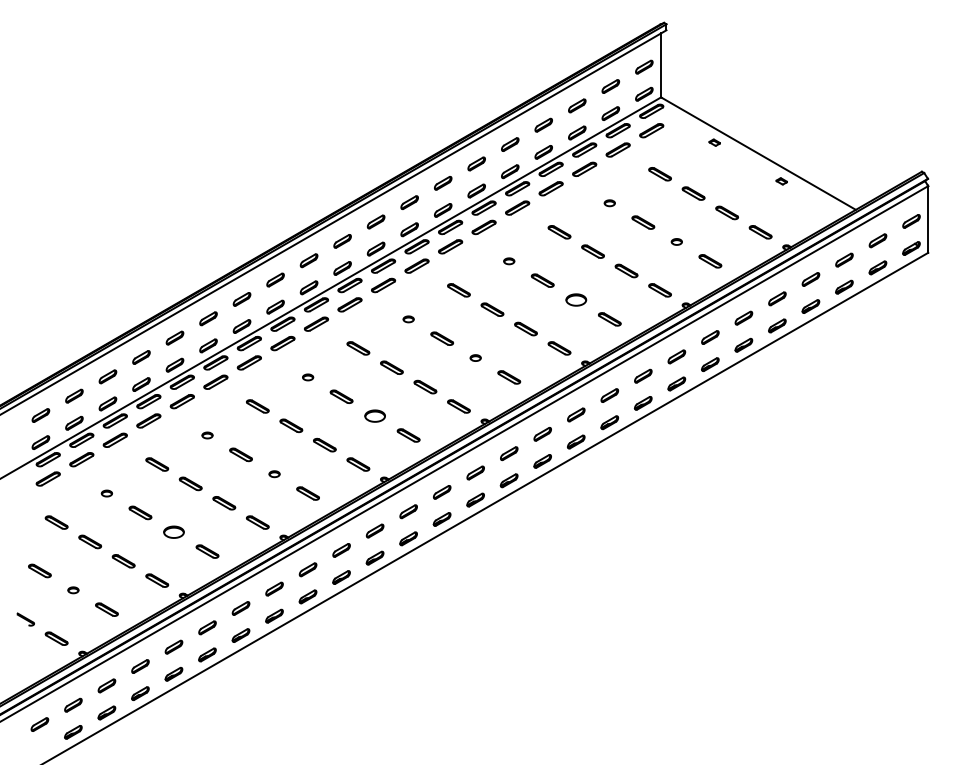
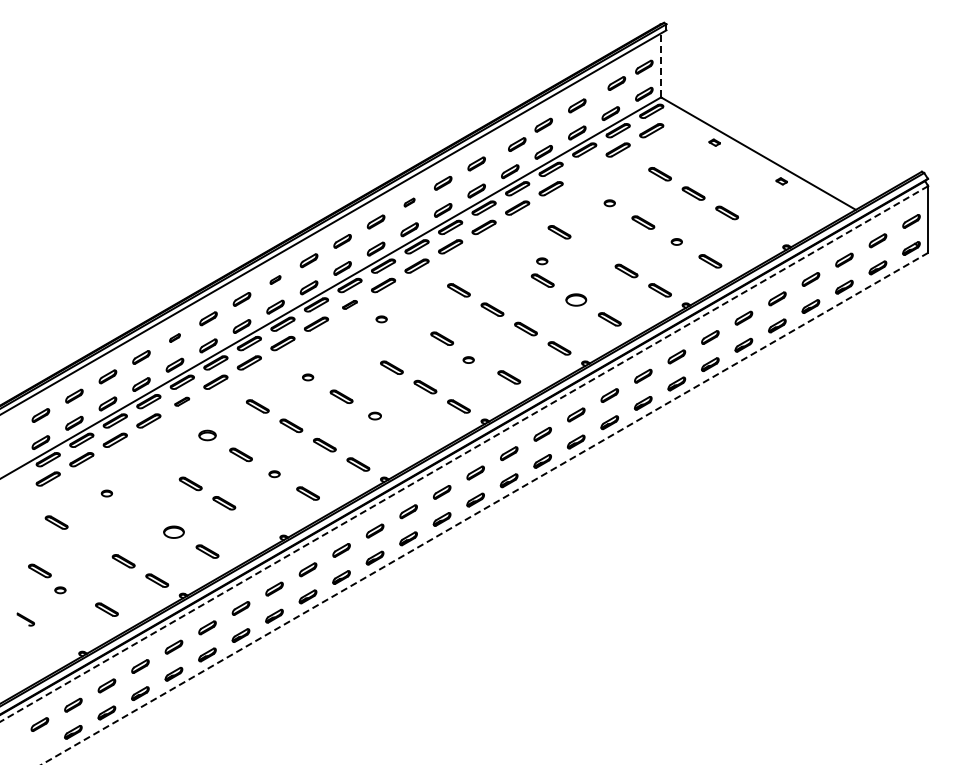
line at (661, 65): solid -> dashed
part at (610, 86) position: (610, 86) -> (616, 83)
part at (510, 144) position: (510, 144) -> (517, 144)
part at (584, 168): present -> none
part at (409, 202) size: 19x15 px -> 13x11 px
part at (760, 232): present -> none
part at (592, 251): present -> none
part at (509, 261) position: (509, 261) -> (542, 261)
part at (275, 279) size: 19x16 px -> 13x10 px
part at (349, 304) size: 26x16 px -> 16x10 px
part at (408, 319) position: (408, 319) -> (381, 319)
part at (174, 337) size: 20x16 px -> 12x10 px
part at (358, 348): present -> none
part at (475, 357) position: (475, 357) -> (468, 359)
part at (181, 401) size: 26x16 px -> 17x11 px
part at (374, 415) size: 22x14 px -> 14x10 px
part at (207, 435) size: 13x9 px -> 19x13 px
part at (408, 435): present -> none
line at (464, 454): solid -> dashed
part at (157, 464): present -> none
line at (485, 508): solid -> dashed
part at (140, 512): present -> none
part at (257, 522): present -> none
part at (90, 541): present -> none
part at (73, 590) position: (73, 590) -> (60, 590)
part at (56, 638): present -> none
